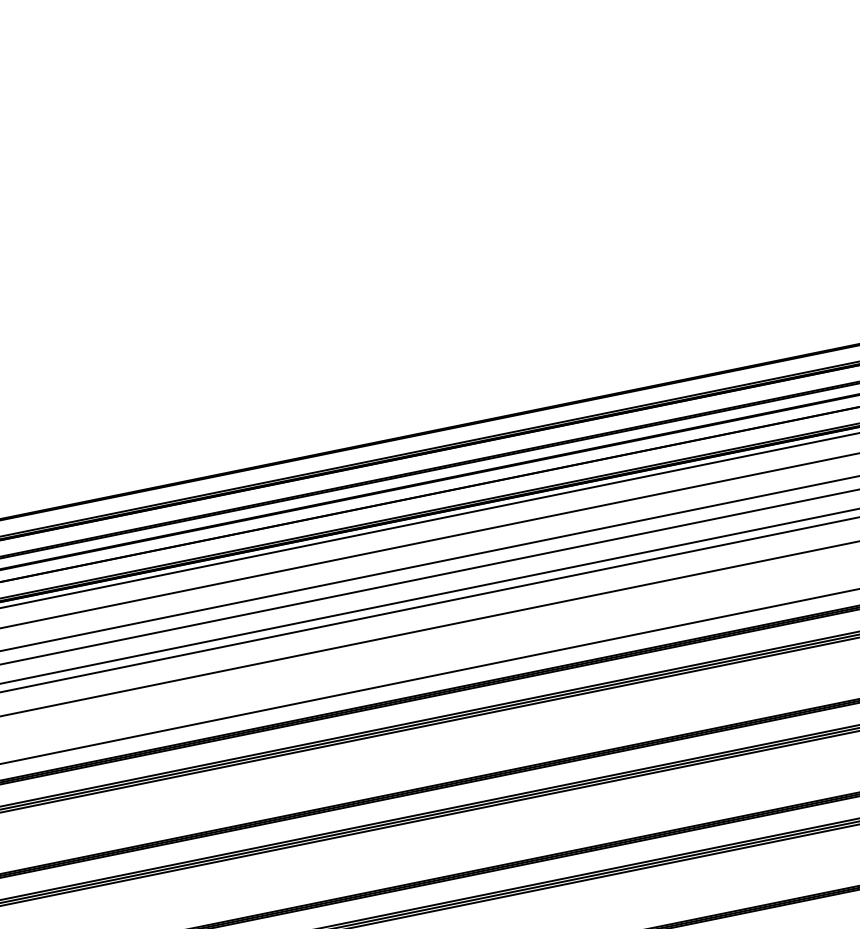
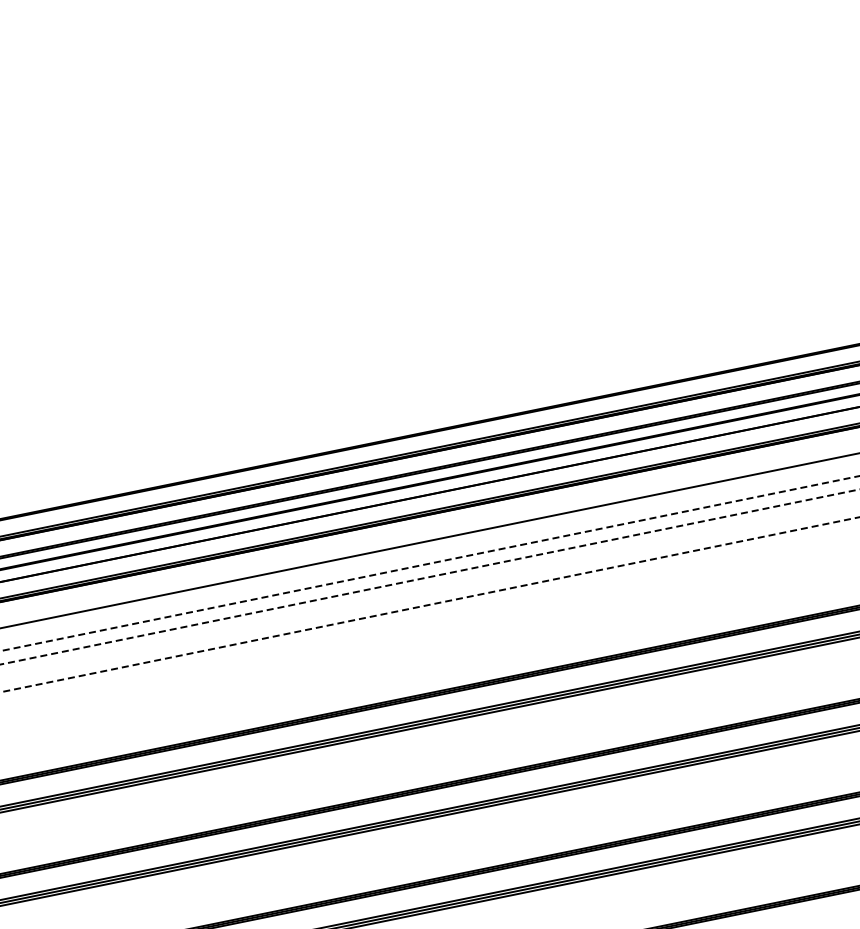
line at (429, 520): present -> none
line at (430, 563): solid -> dashed
line at (430, 576): solid -> dashed
line at (429, 596): present -> none
line at (429, 604): solid -> dashed
line at (429, 628): present -> none
line at (429, 676): present -> none
